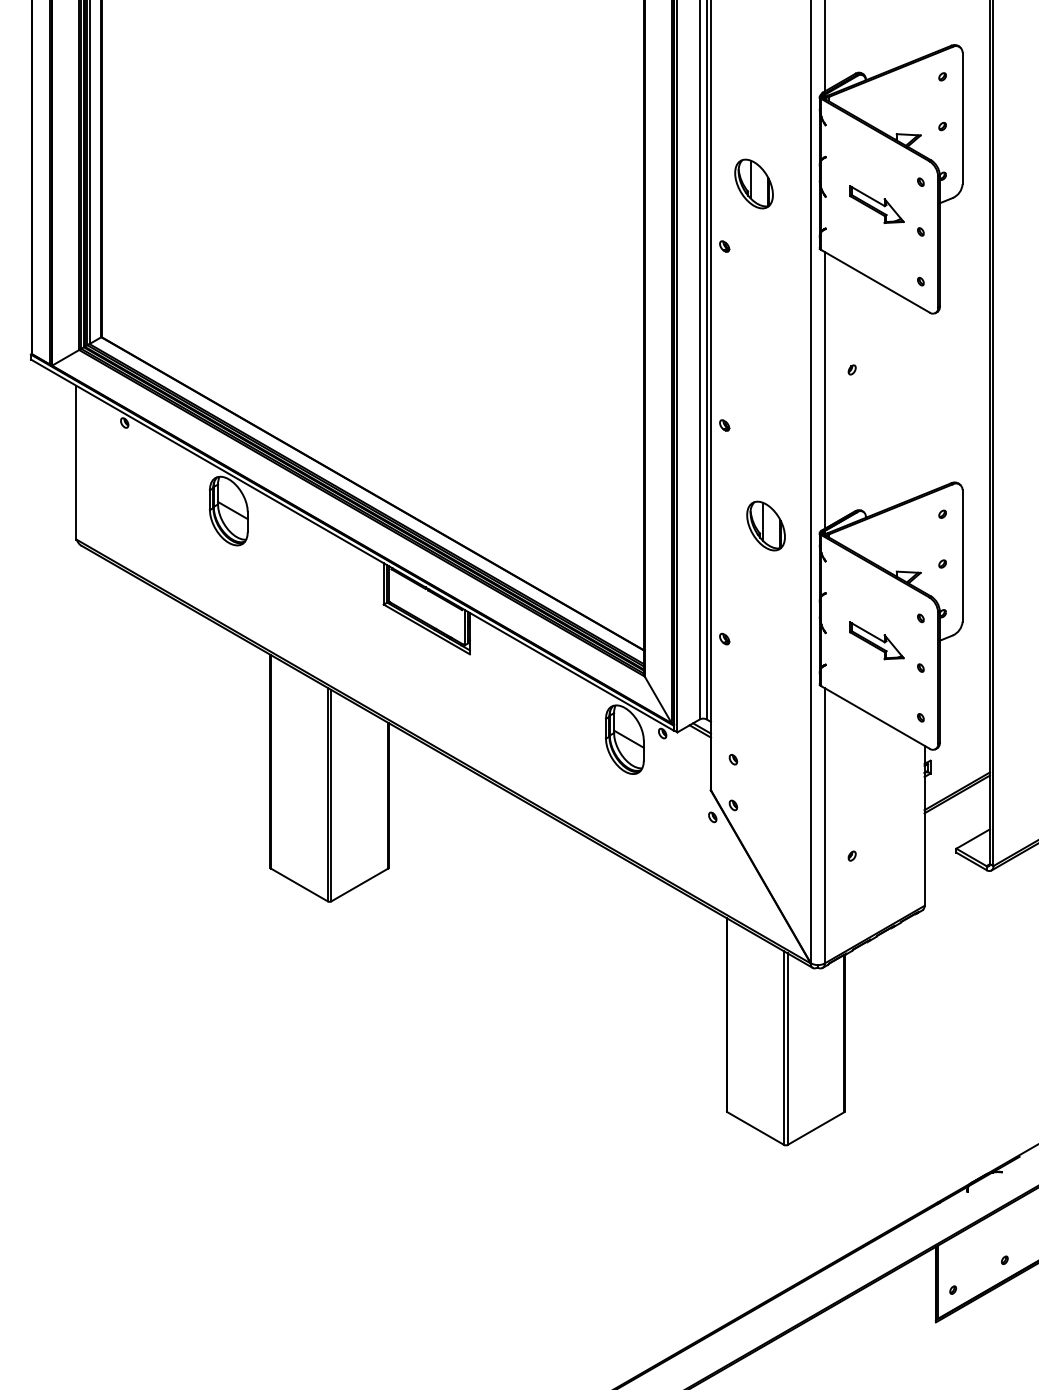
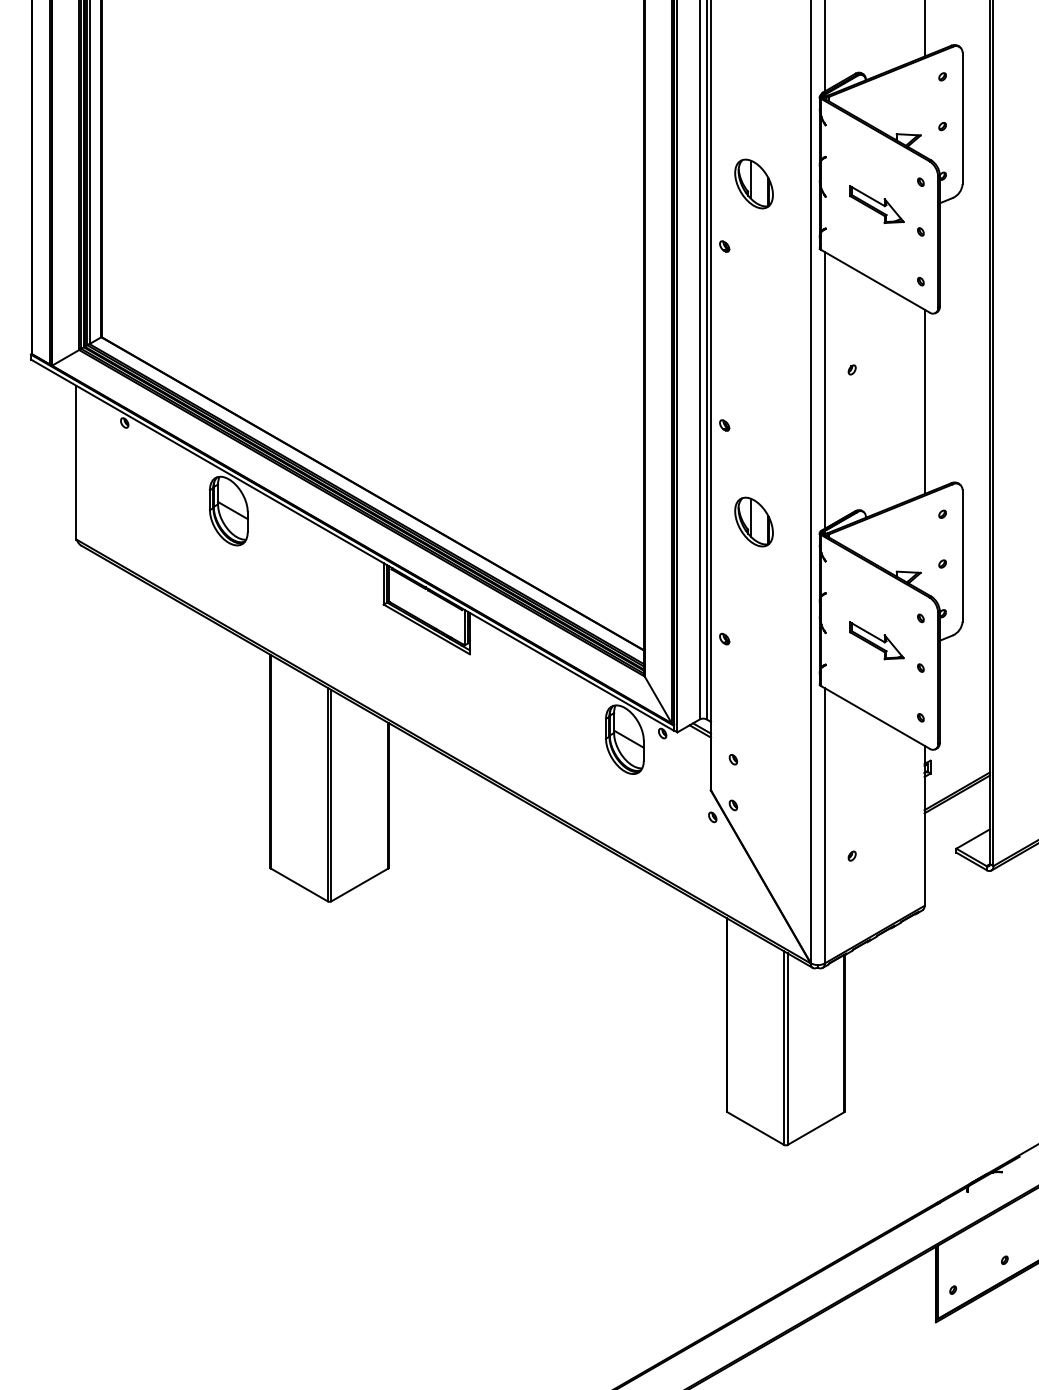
line at (924, 29): none -> present
line at (924, 401): none -> present
part at (765, 525) position: (765, 525) -> (753, 521)
